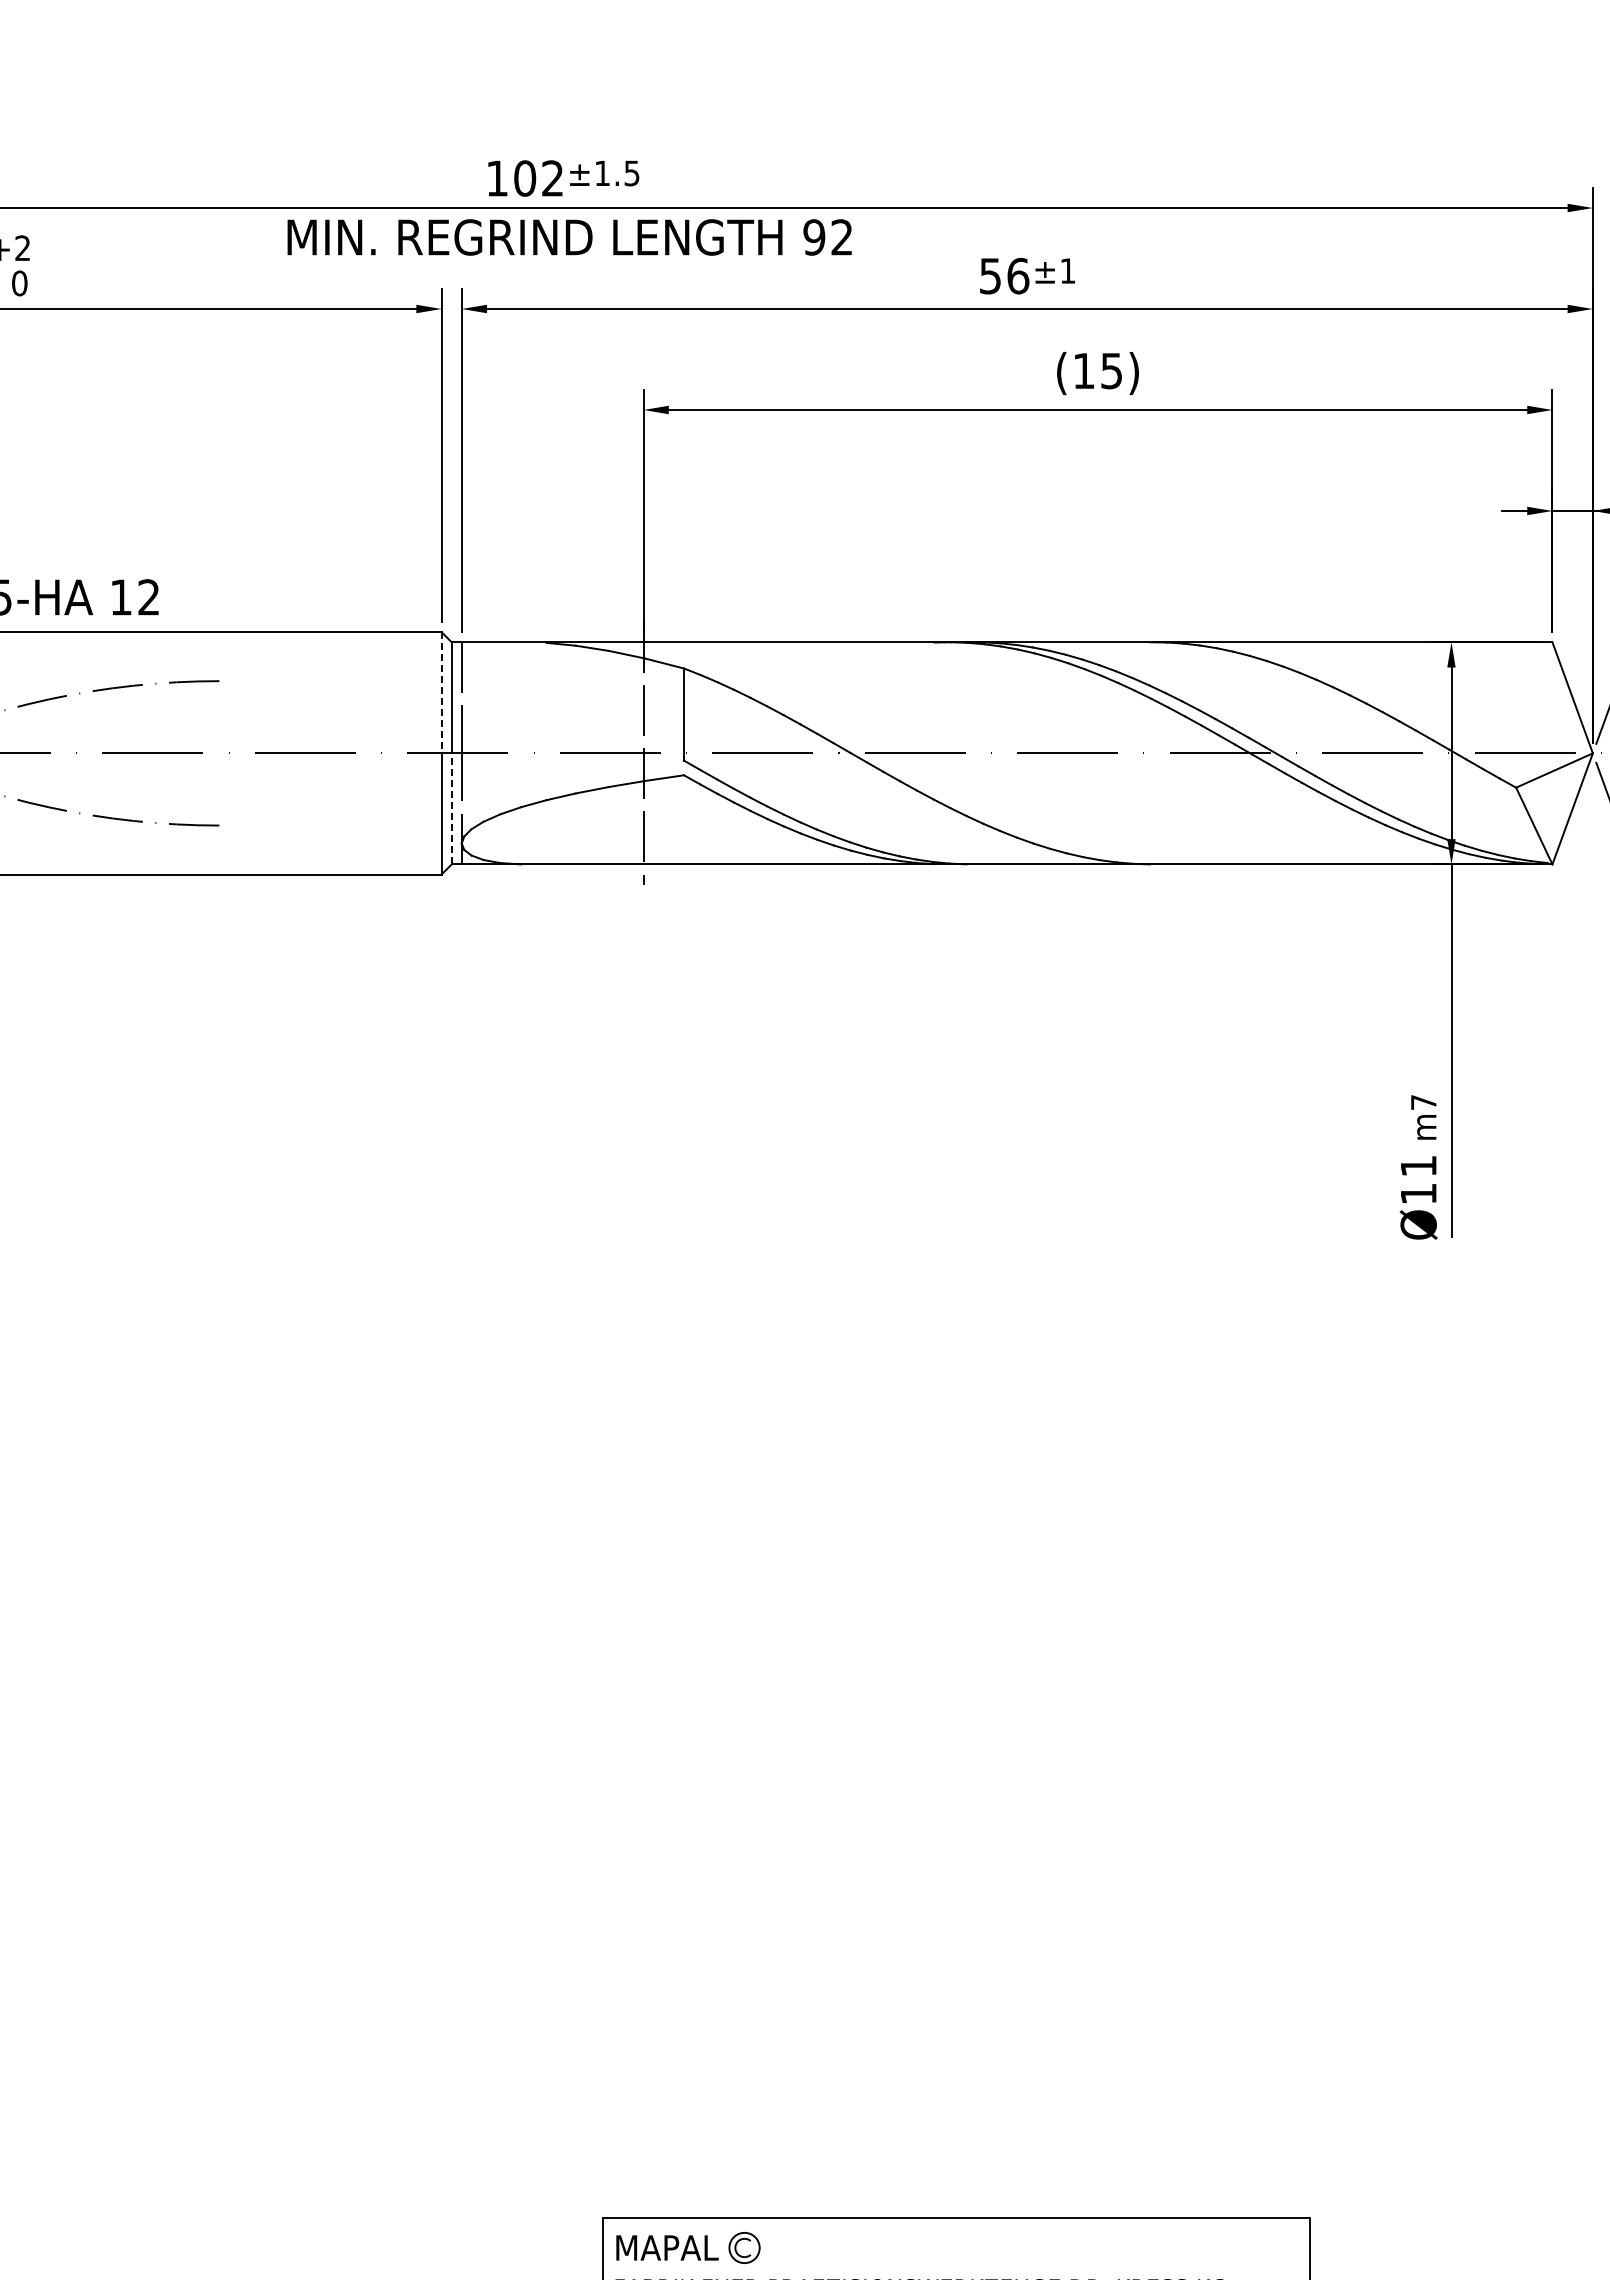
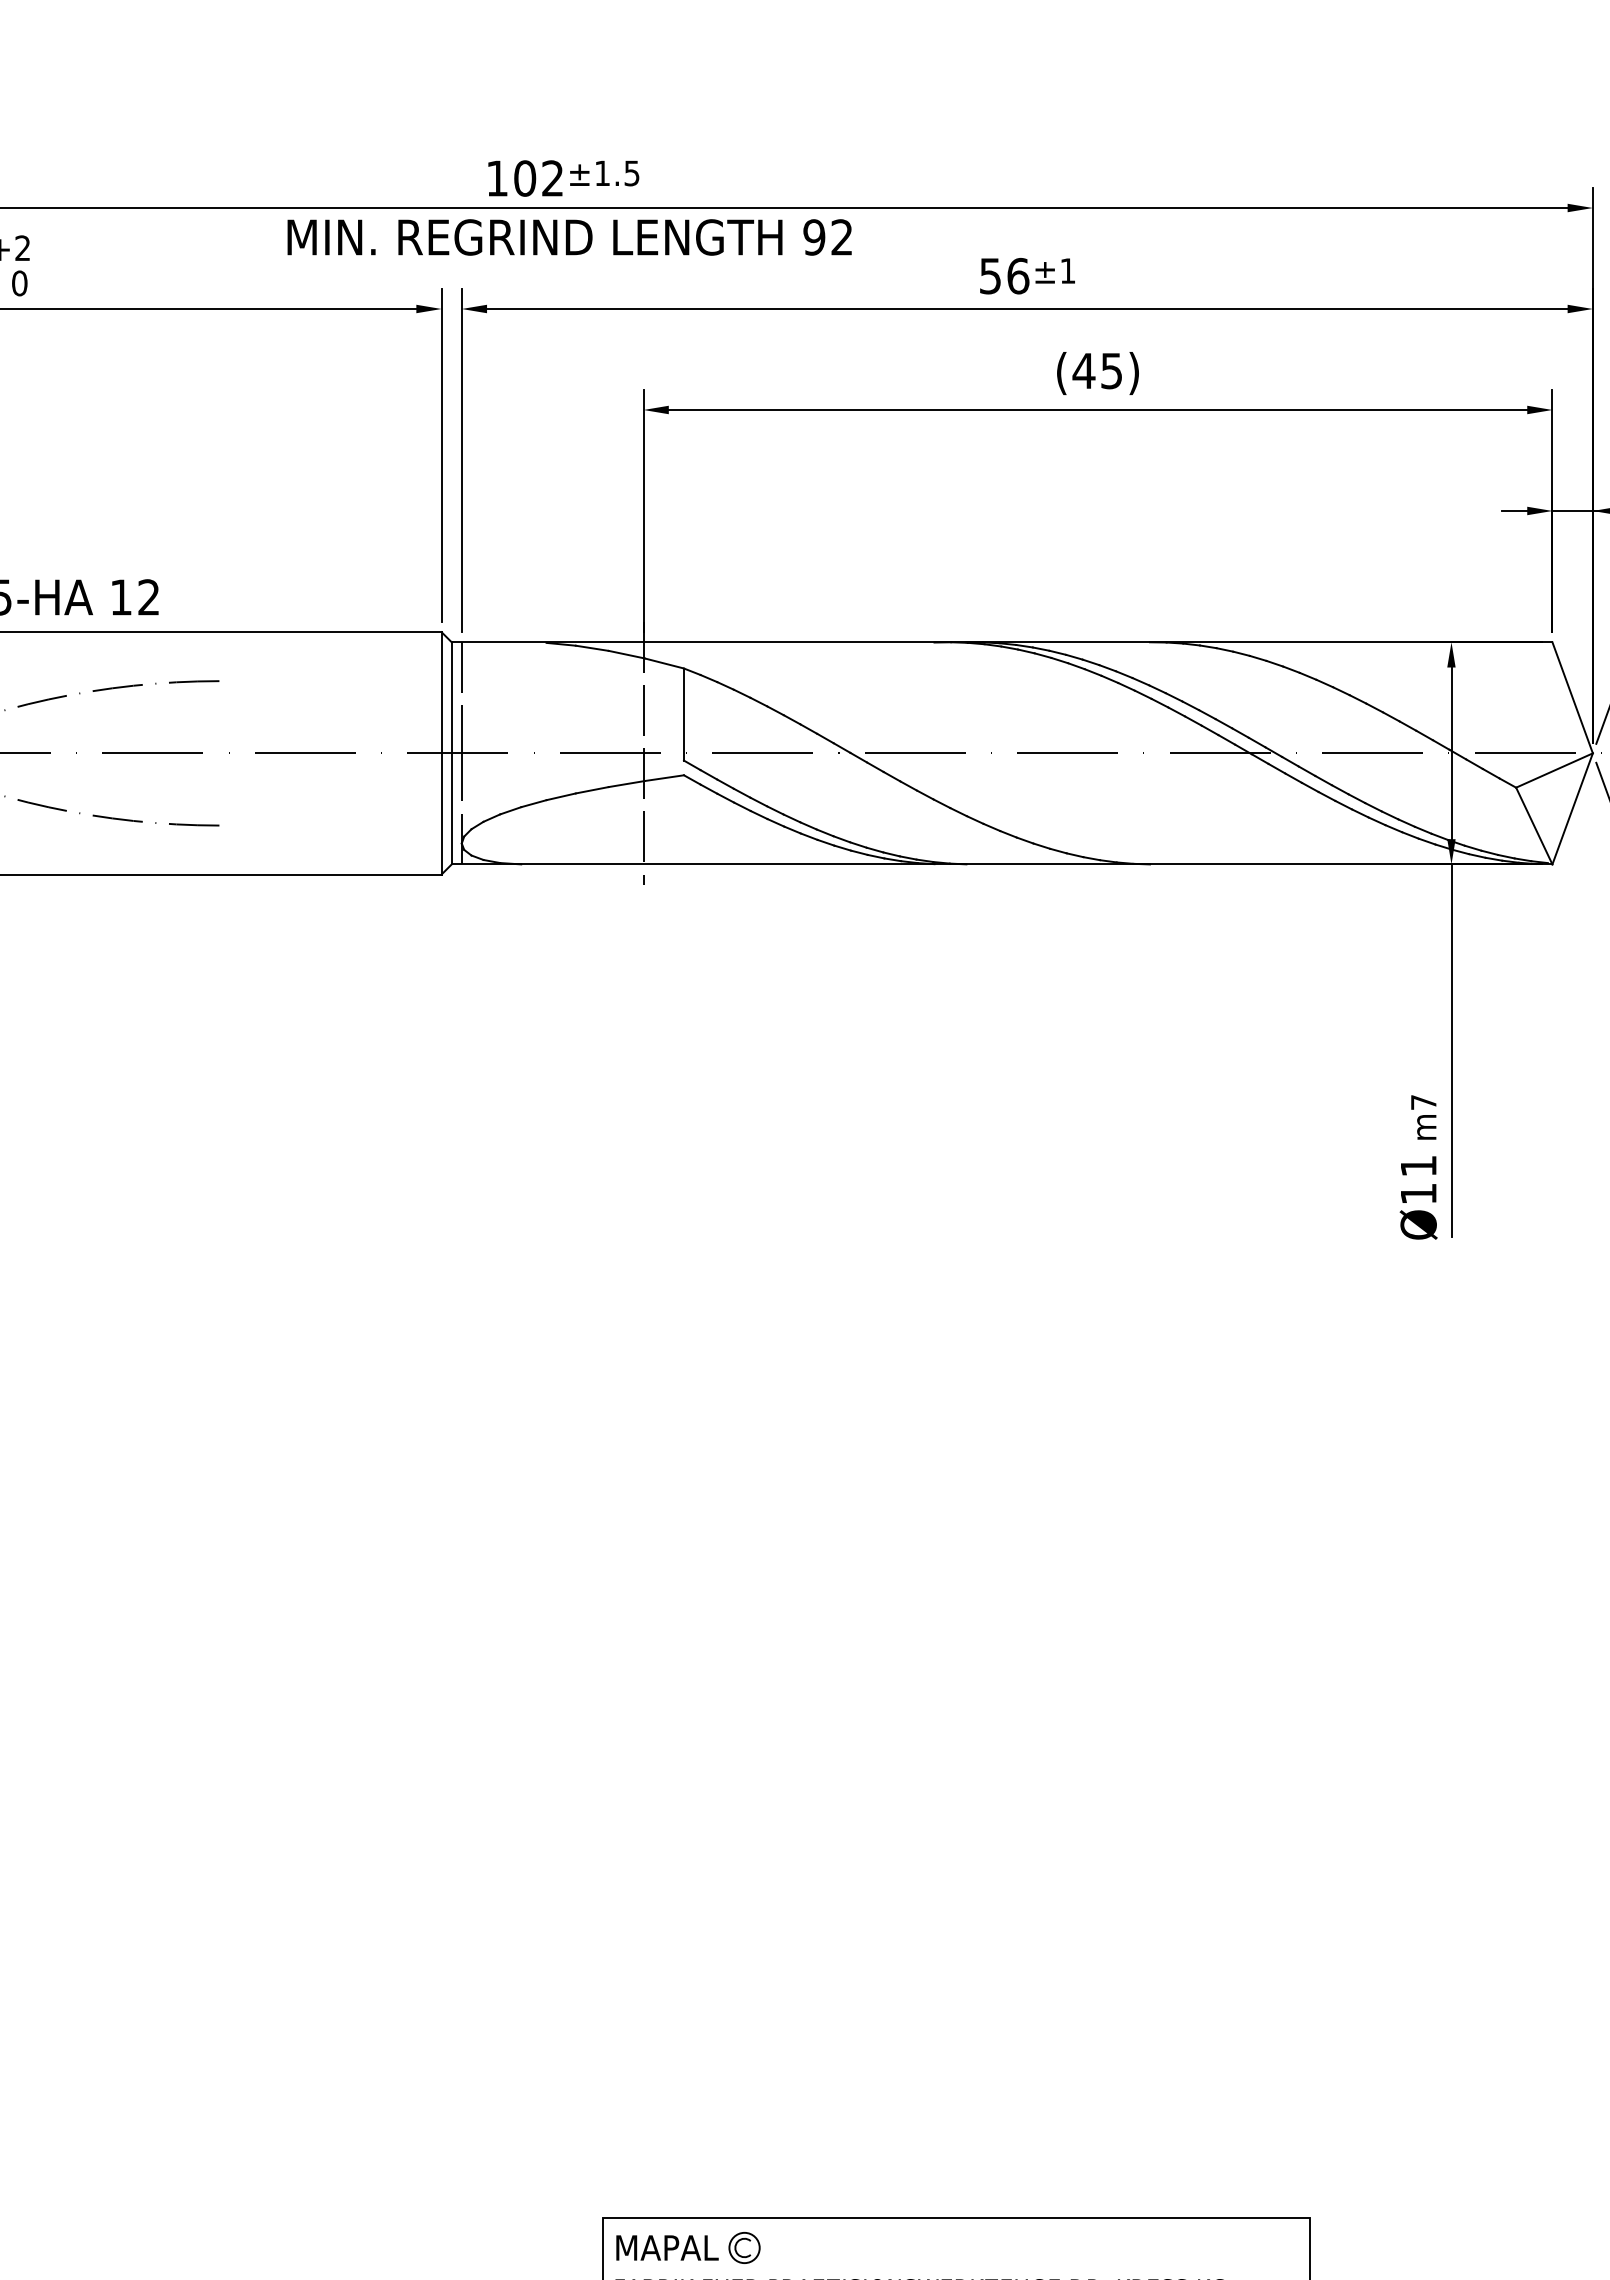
text at (1083, 370): (15) -> (45)
line at (441, 692): dashed -> solid
line at (451, 808): dashed -> solid
